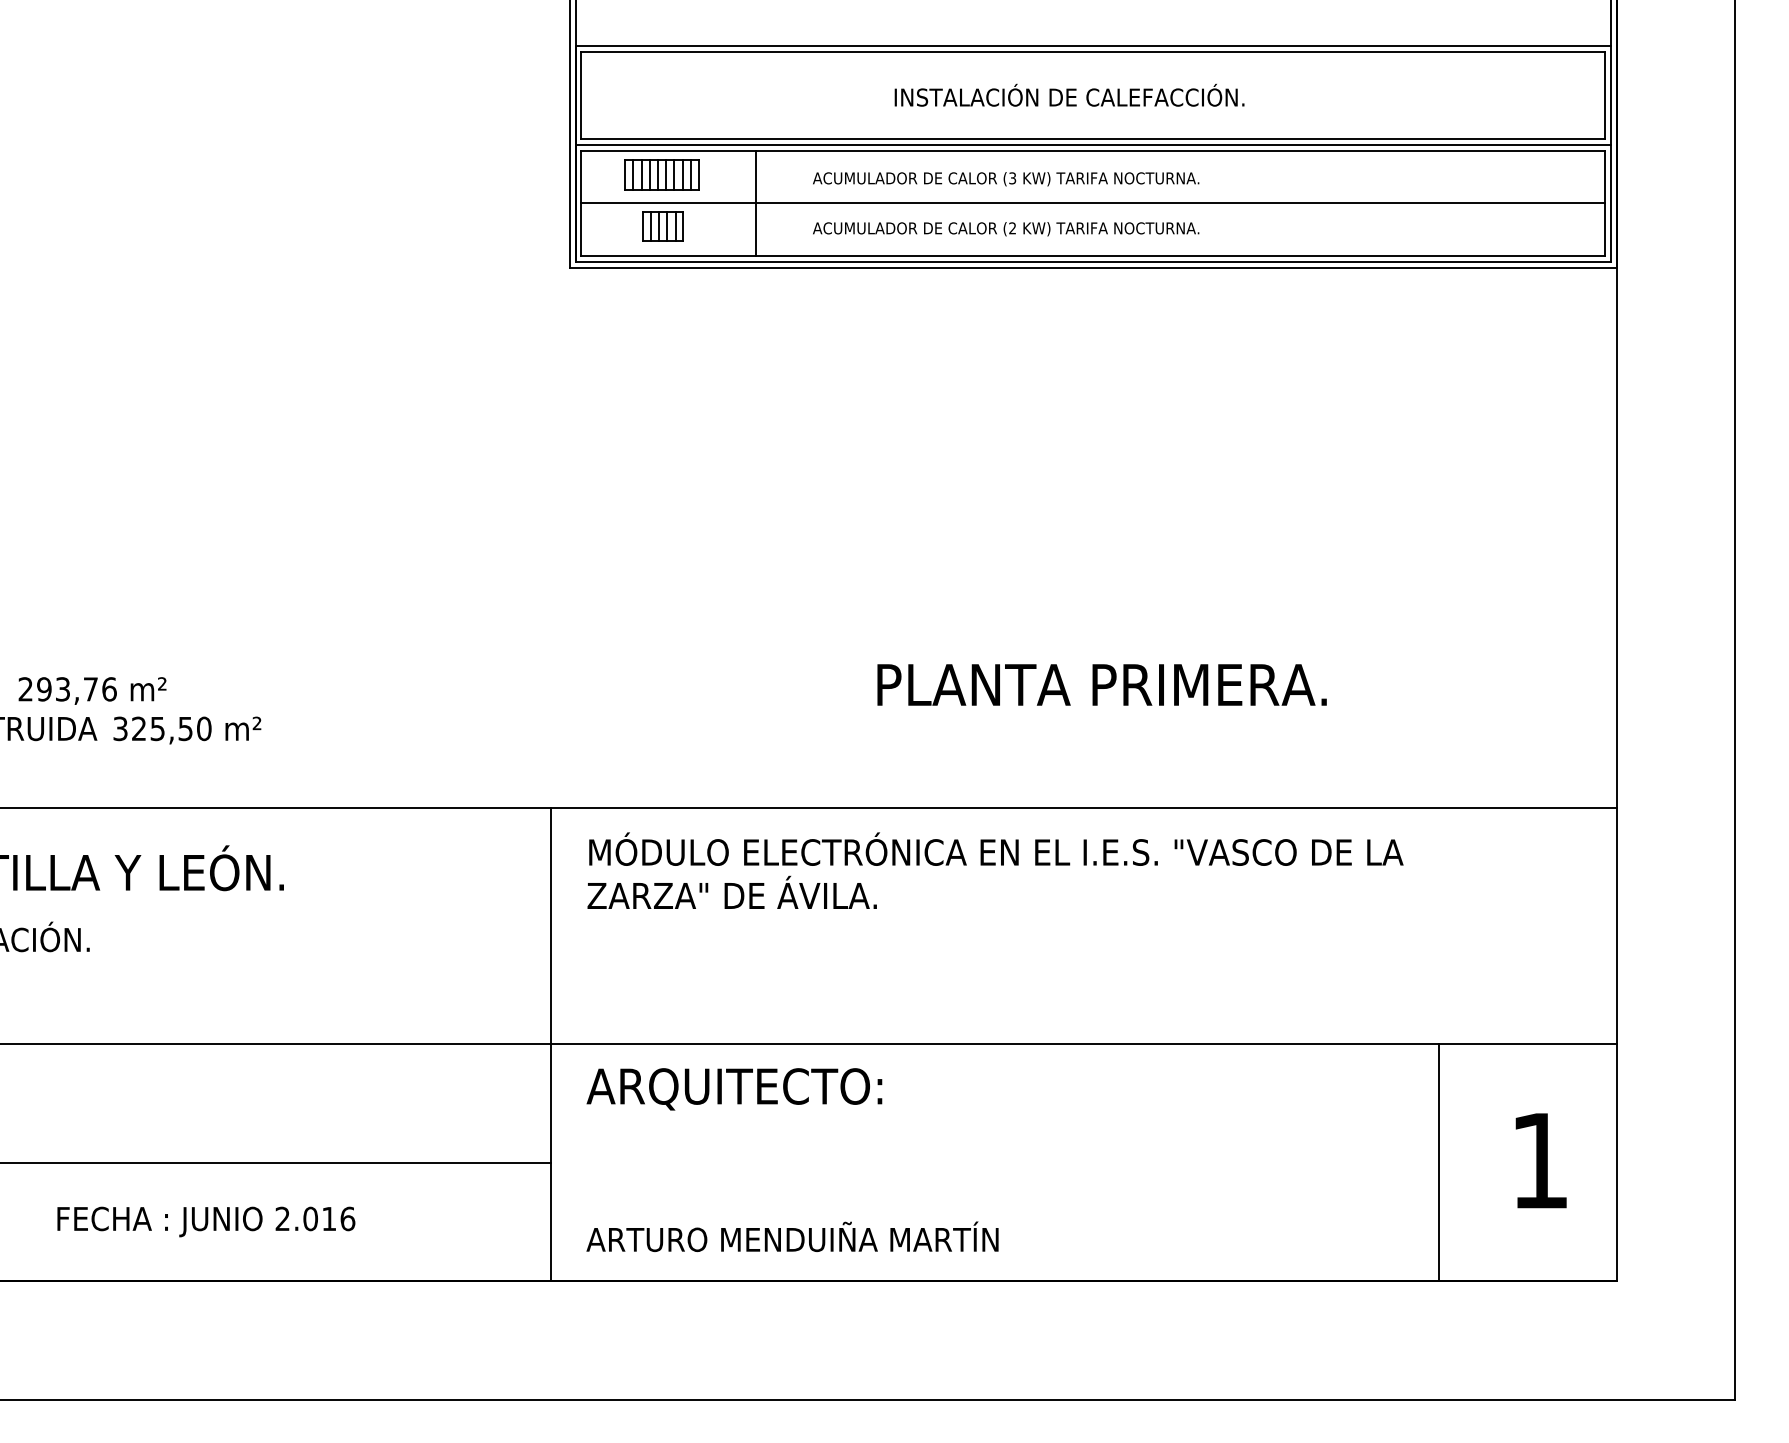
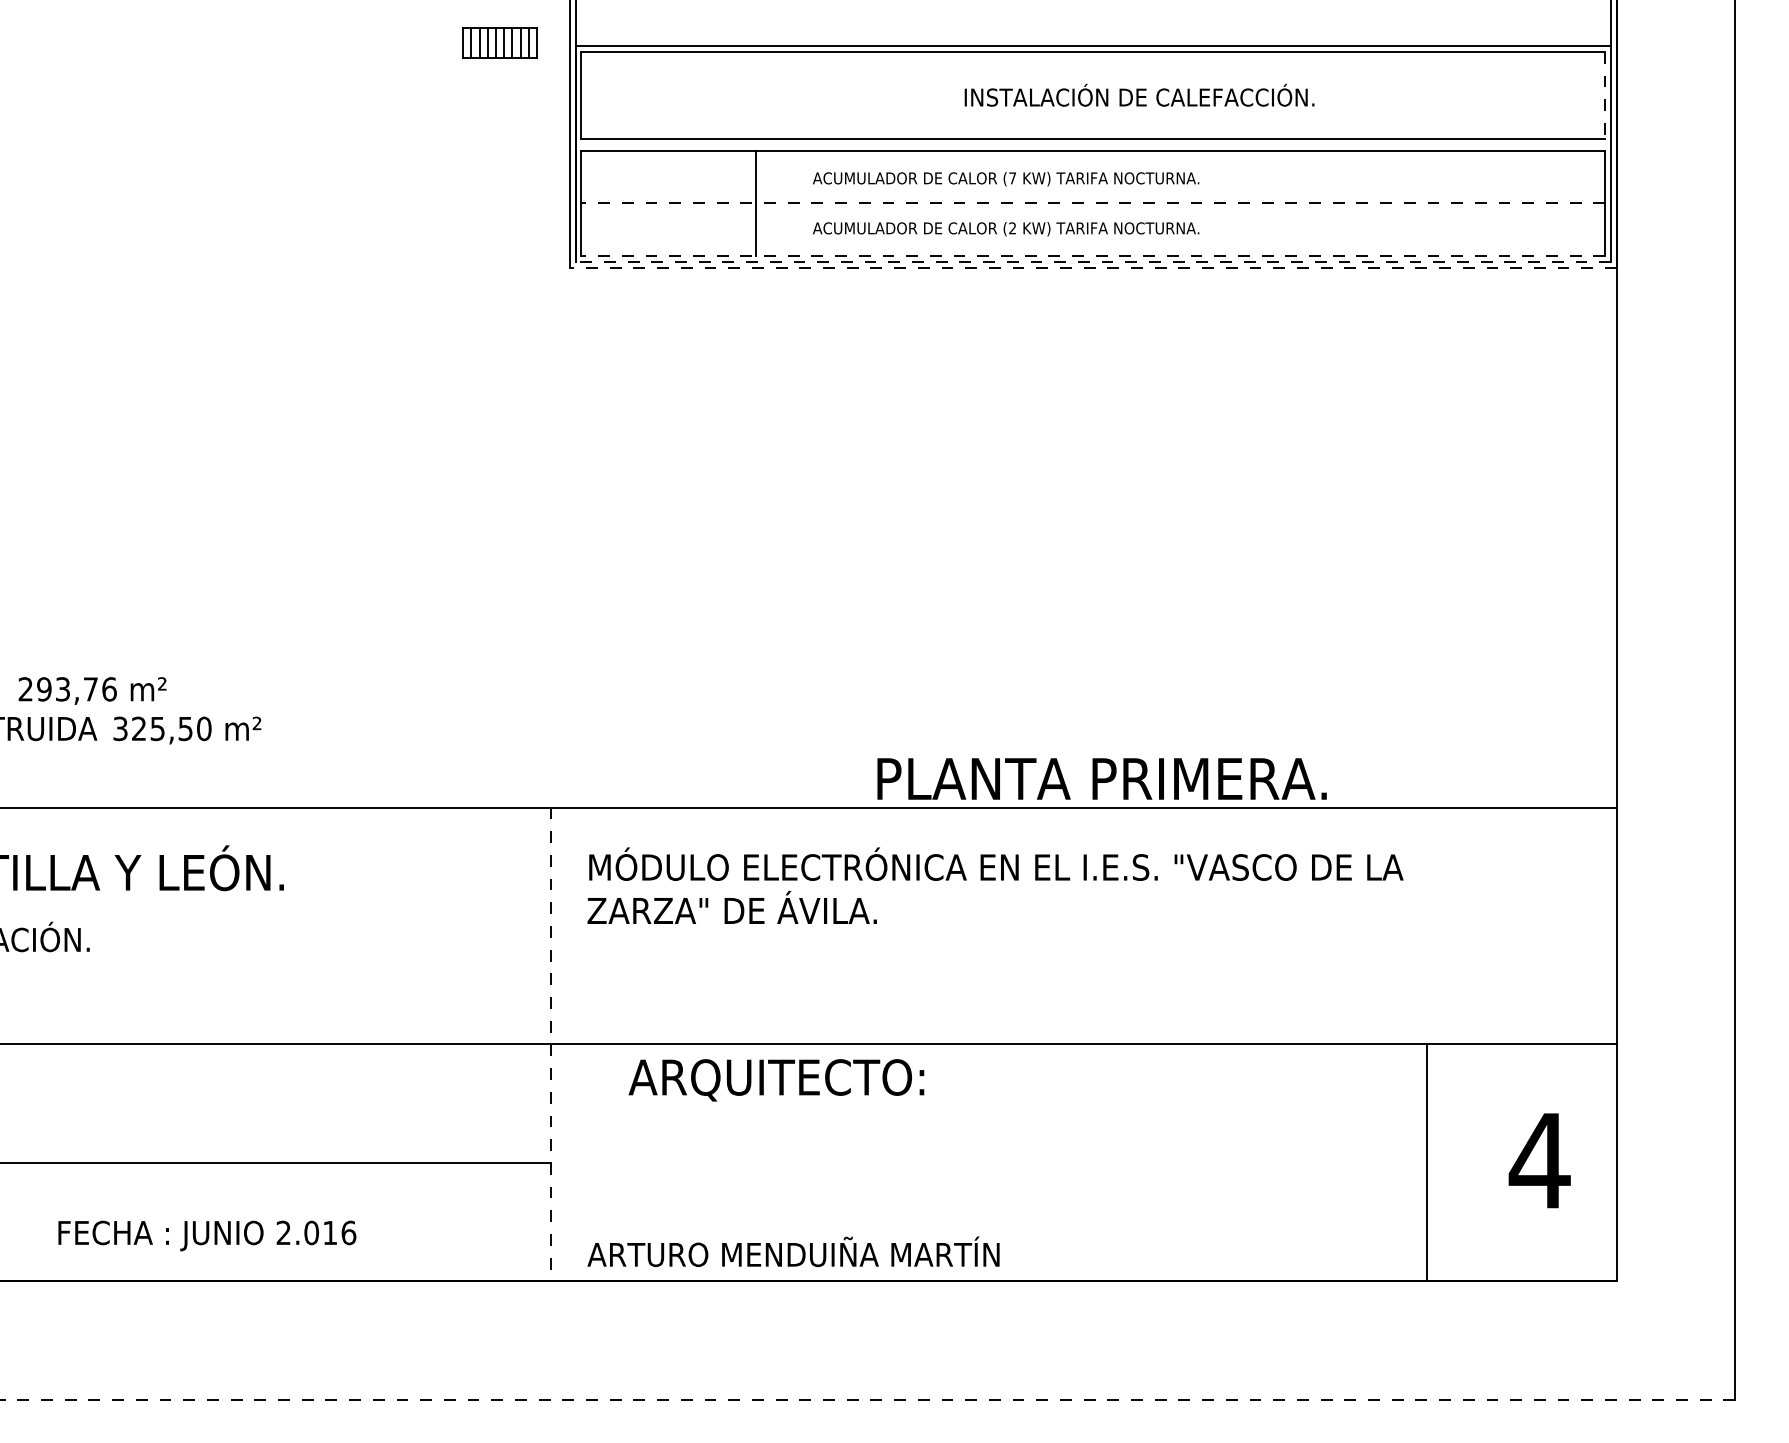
text at (1069, 94) position: (1069, 94) -> (1139, 94)
line at (1605, 95): solid -> dashed
line at (1093, 145): present -> none
part at (661, 174) position: (661, 174) -> (499, 42)
text at (1012, 178): (3 -> (7
line at (1093, 203): solid -> dashed
part at (662, 226): present -> none
line at (1093, 255): solid -> dashed
line at (1093, 261): solid -> dashed
line at (1093, 267): solid -> dashed
text at (1101, 684) position: (1101, 684) -> (1101, 778)
text at (995, 870) position: (995, 870) -> (995, 885)
line at (550, 1044): solid -> dashed
text at (734, 1089) position: (734, 1089) -> (776, 1080)
text at (1539, 1160): 1 -> 4
line at (1439, 1162) position: (1439, 1162) -> (1427, 1162)
text at (206, 1221) position: (206, 1221) -> (207, 1235)
text at (792, 1236) position: (792, 1236) -> (793, 1251)
line at (867, 1399): solid -> dashed
